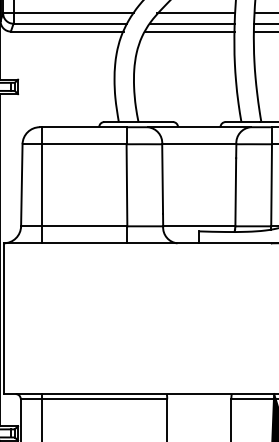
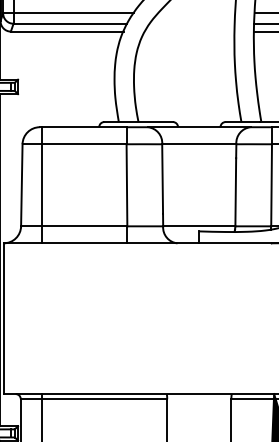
line at (195, 13): present -> none
line at (191, 23): present -> none
line at (189, 31): present -> none
